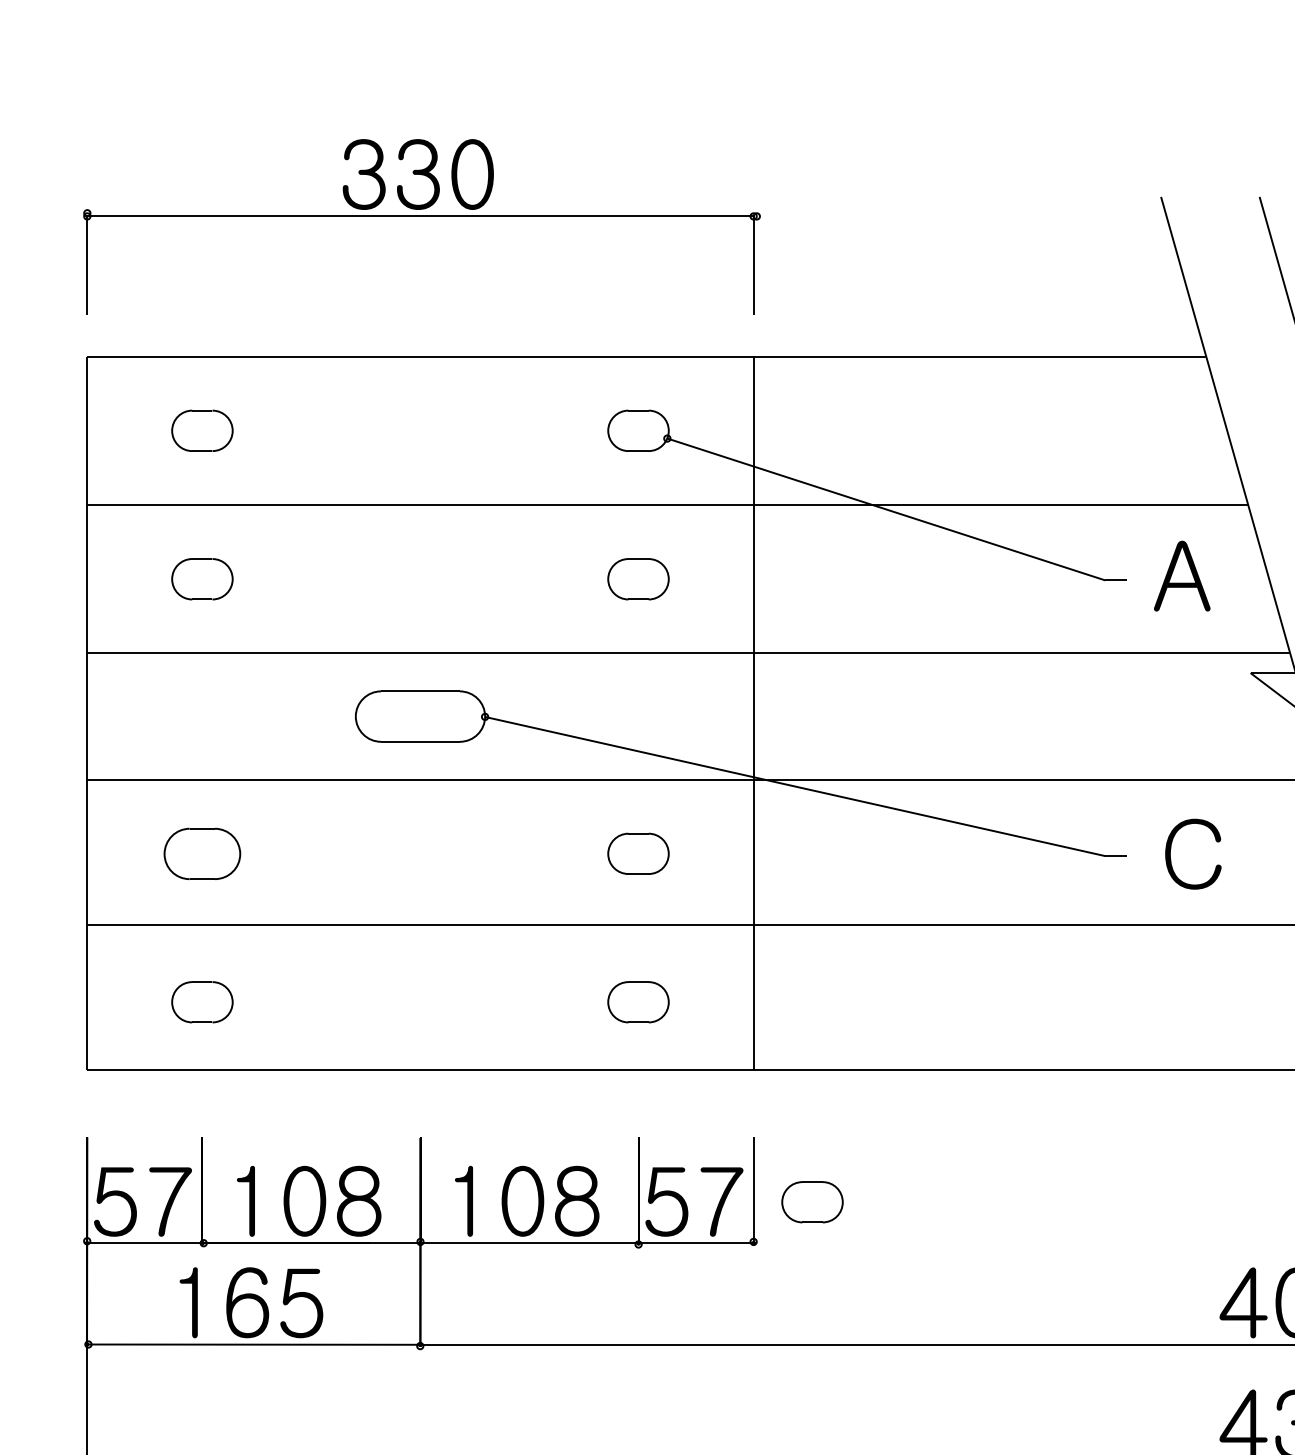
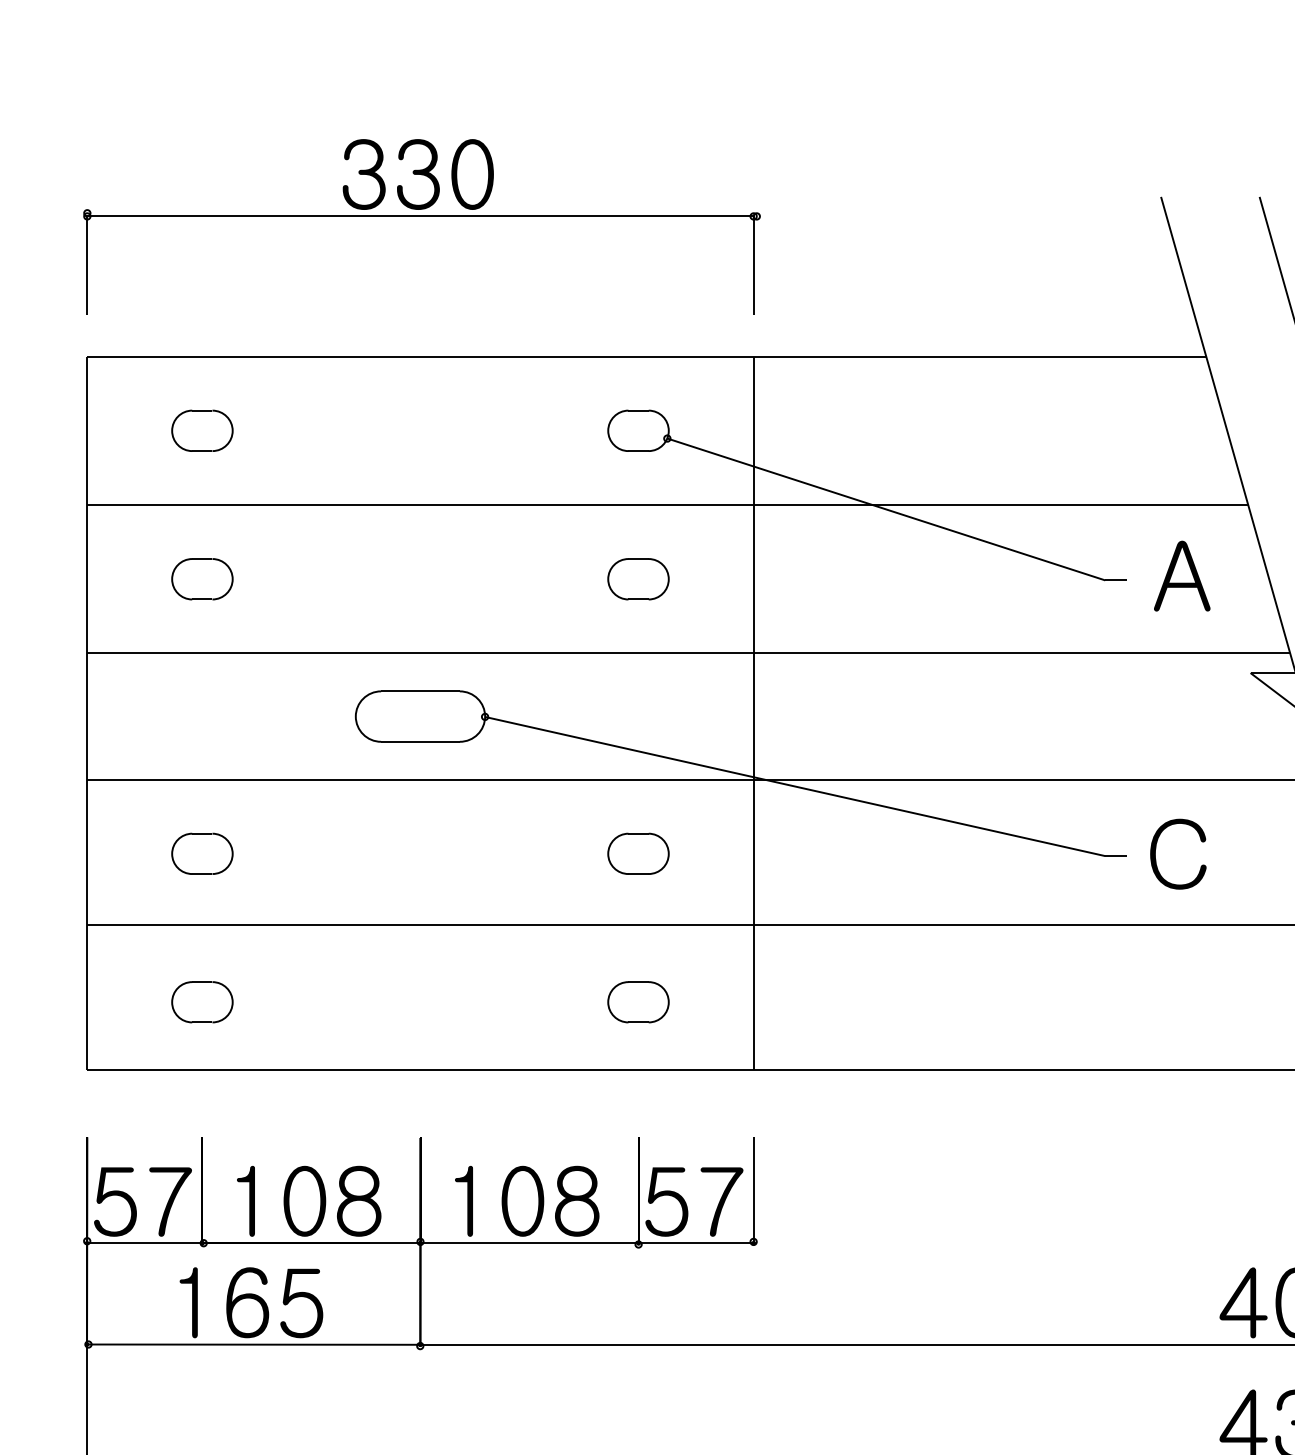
part at (202, 853) size: 79x53 px -> 63x43 px
text at (1193, 853) position: (1193, 853) -> (1178, 853)
part at (812, 1202): present -> none
